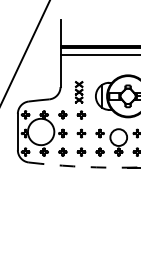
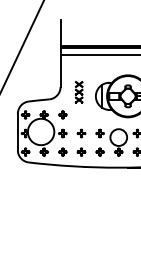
line at (25, 51) position: (25, 51) -> (22, 45)
part at (81, 114): present -> none
arc at (84, 166): dashed -> solid
